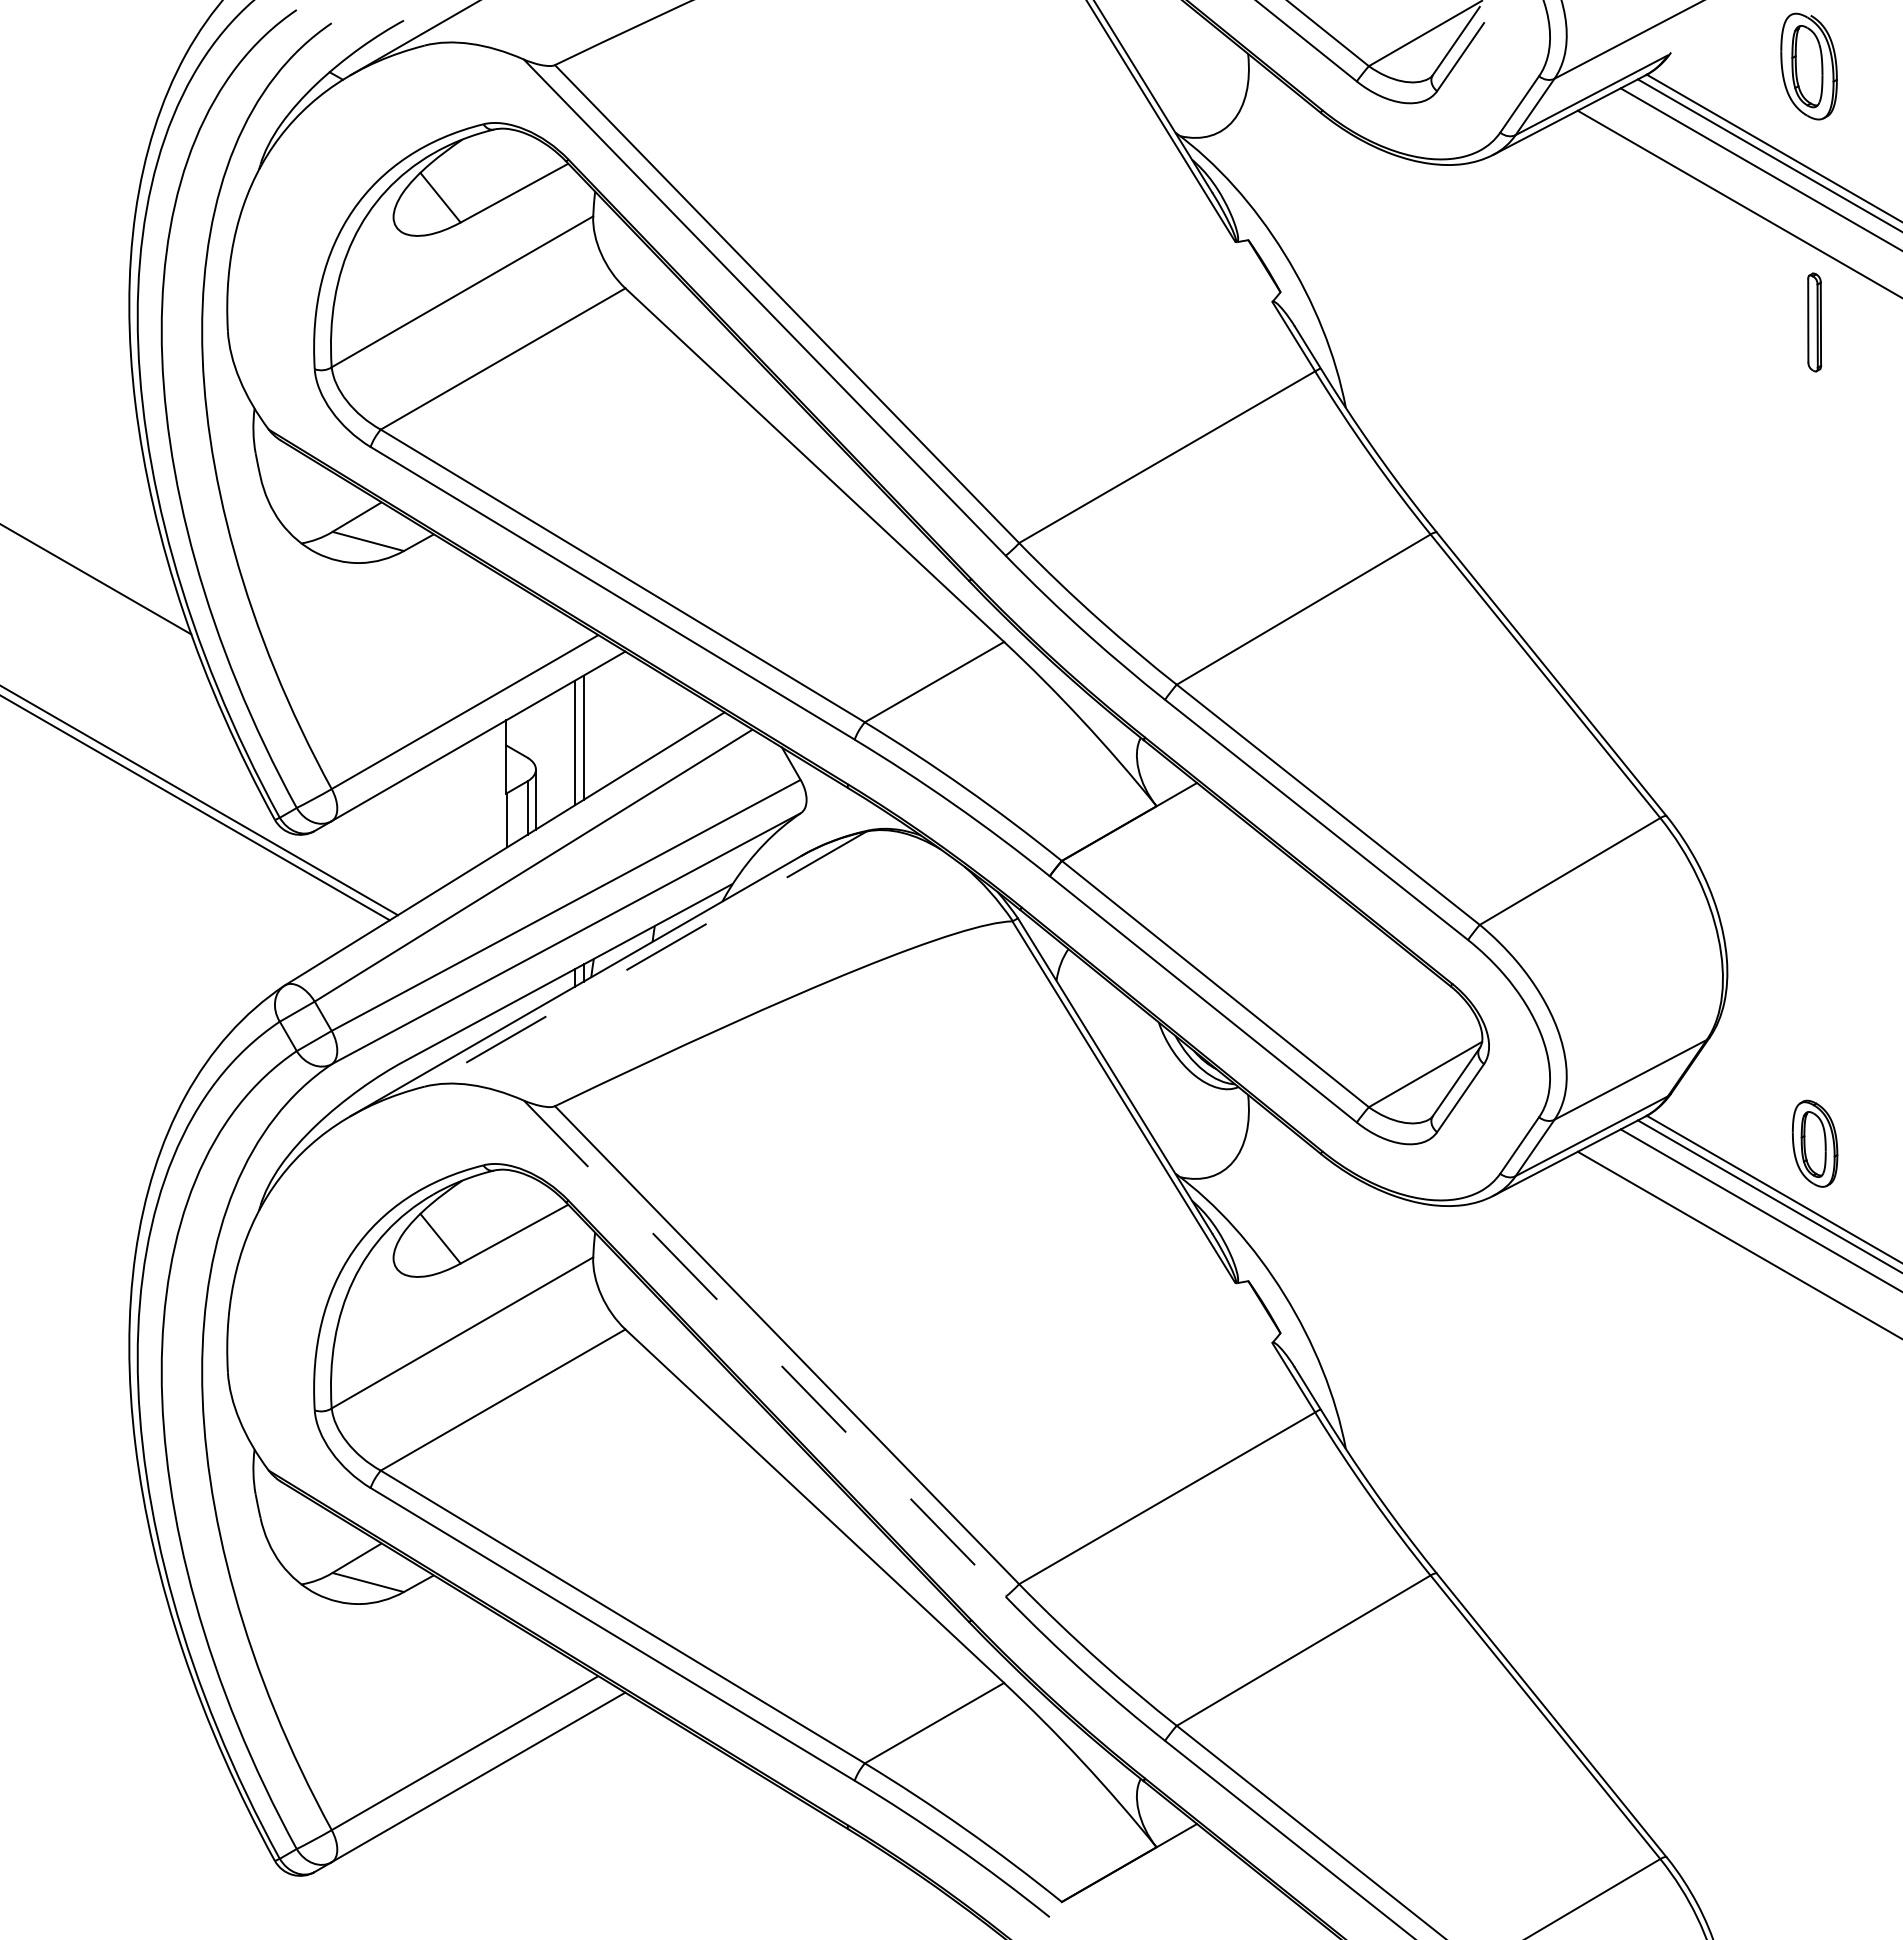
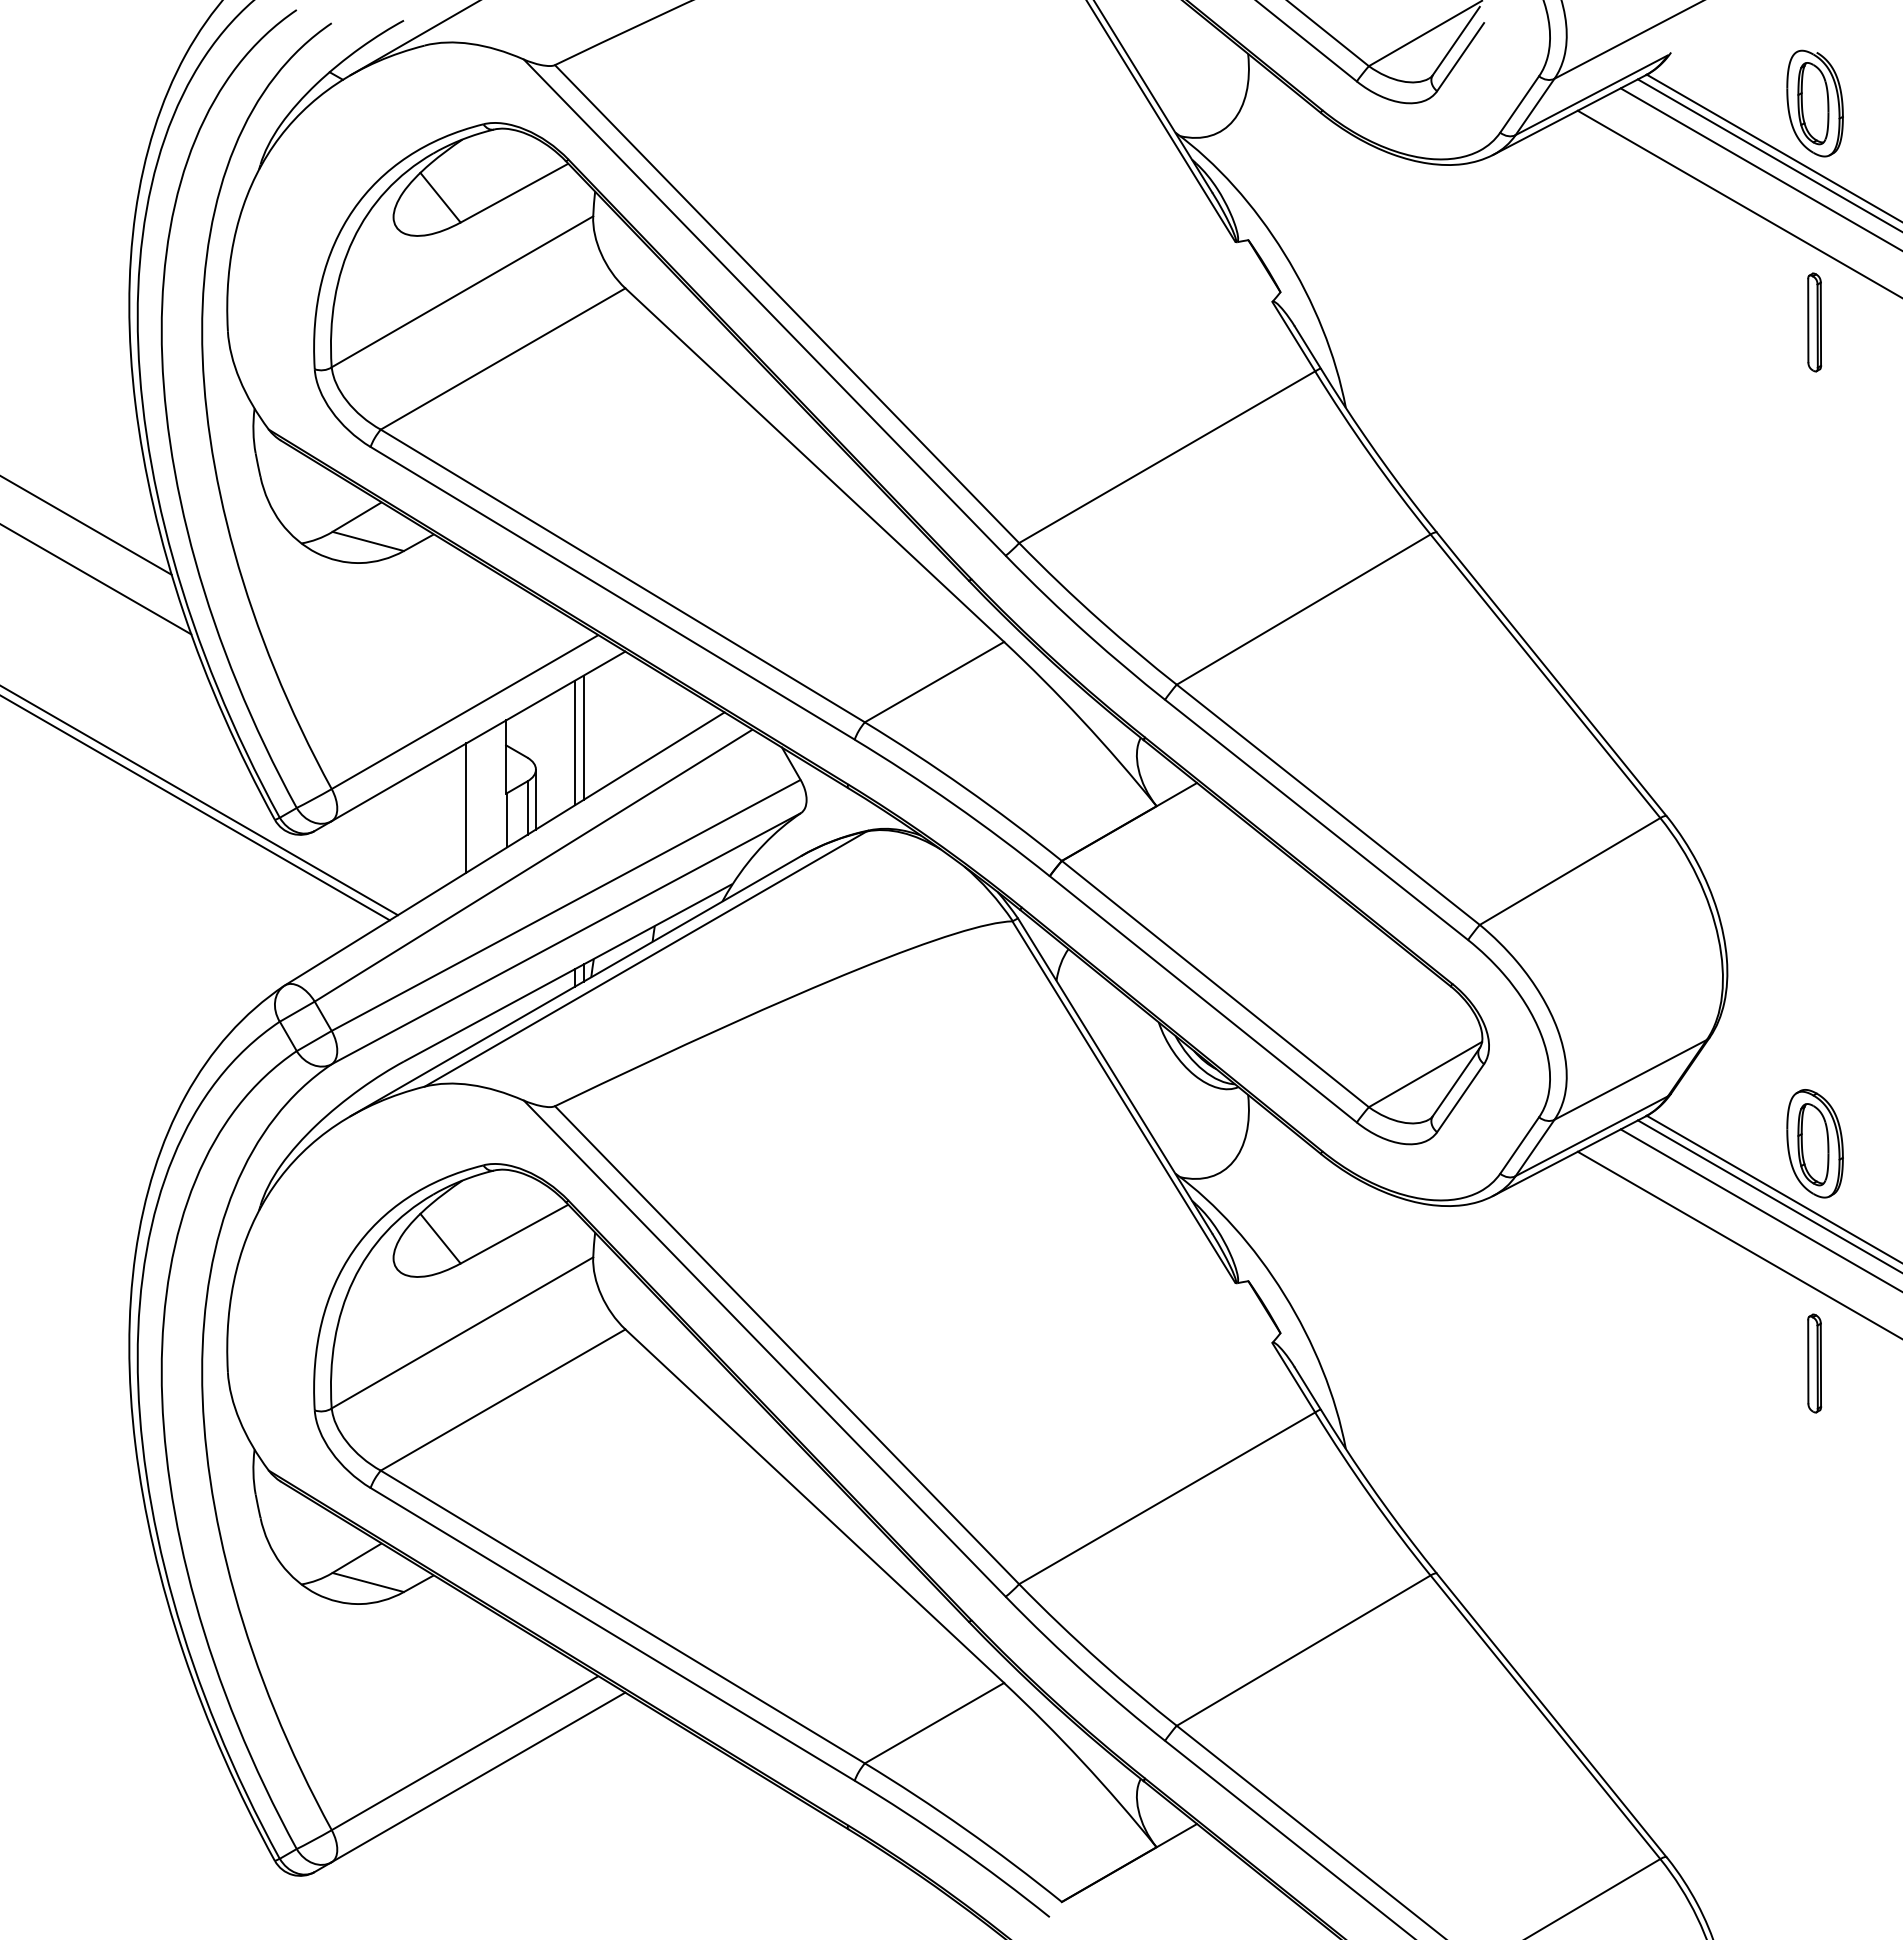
part at (1808, 66) position: (1808, 66) -> (1814, 103)
line at (86, 525): none -> present
line at (466, 807): none -> present
line at (645, 959): dashed -> solid
part at (1815, 1143) size: 47x89 px -> 58x110 px
line at (764, 1348): dashed -> solid
part at (1814, 1363): none -> present
